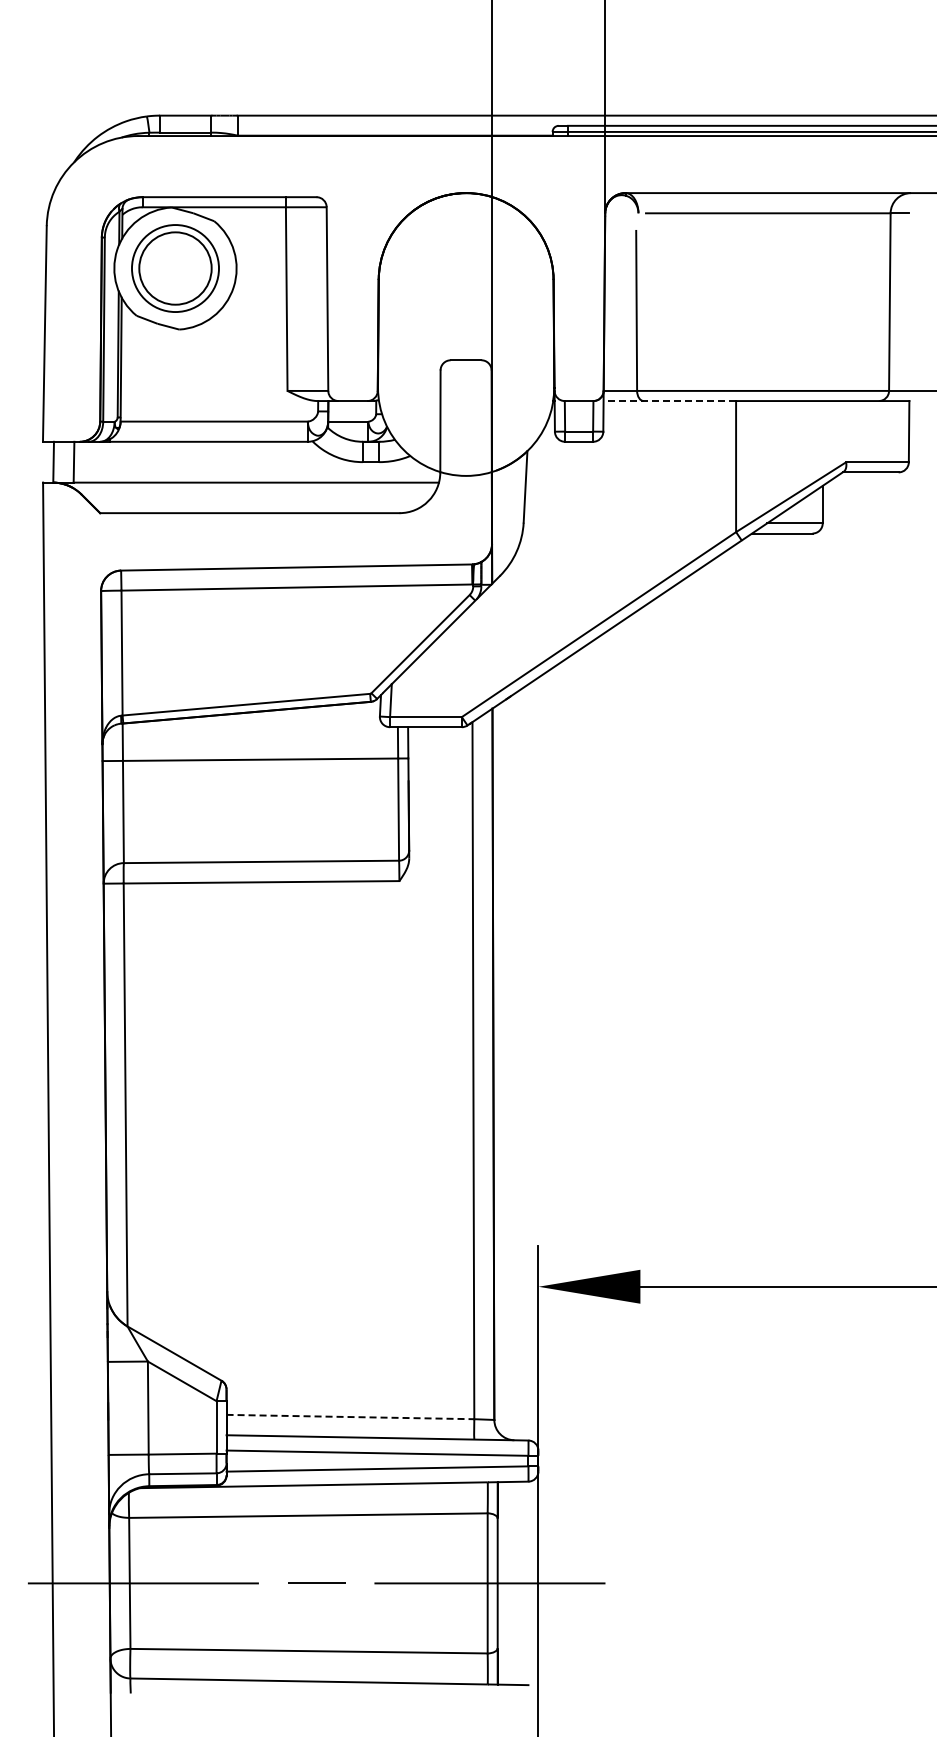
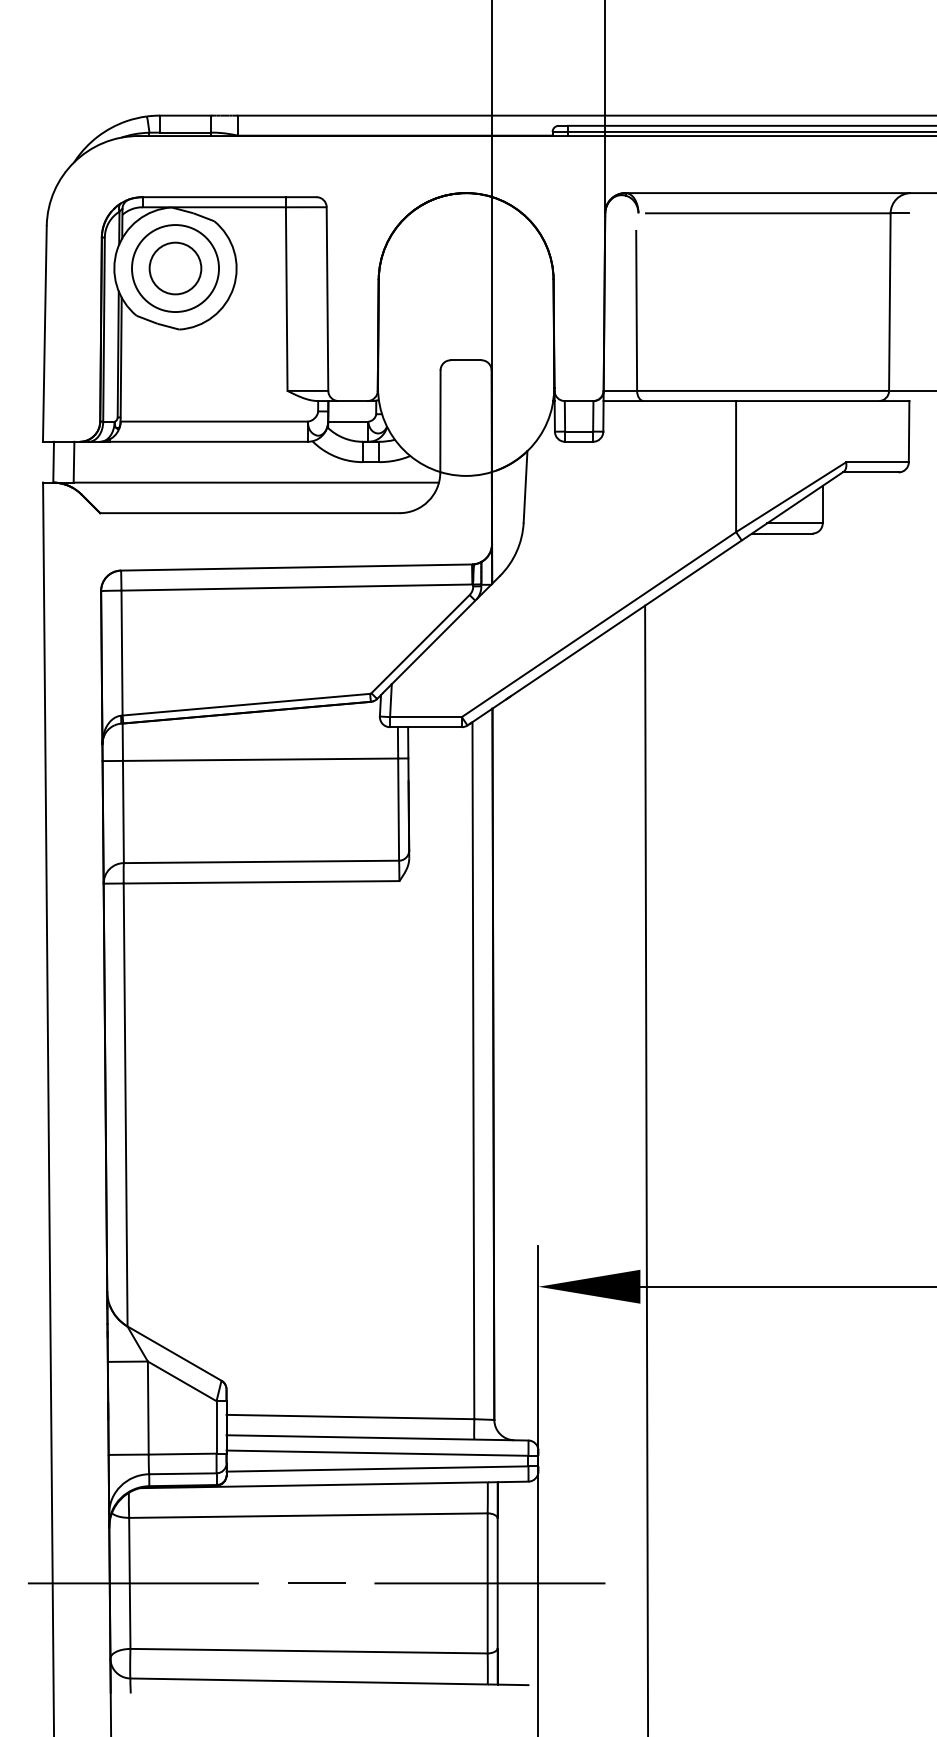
circle at (175, 268) diameter: 72 px -> 52 px
line at (669, 401): dashed -> solid
line at (646, 1169): none -> present
line at (350, 1417): dashed -> solid
